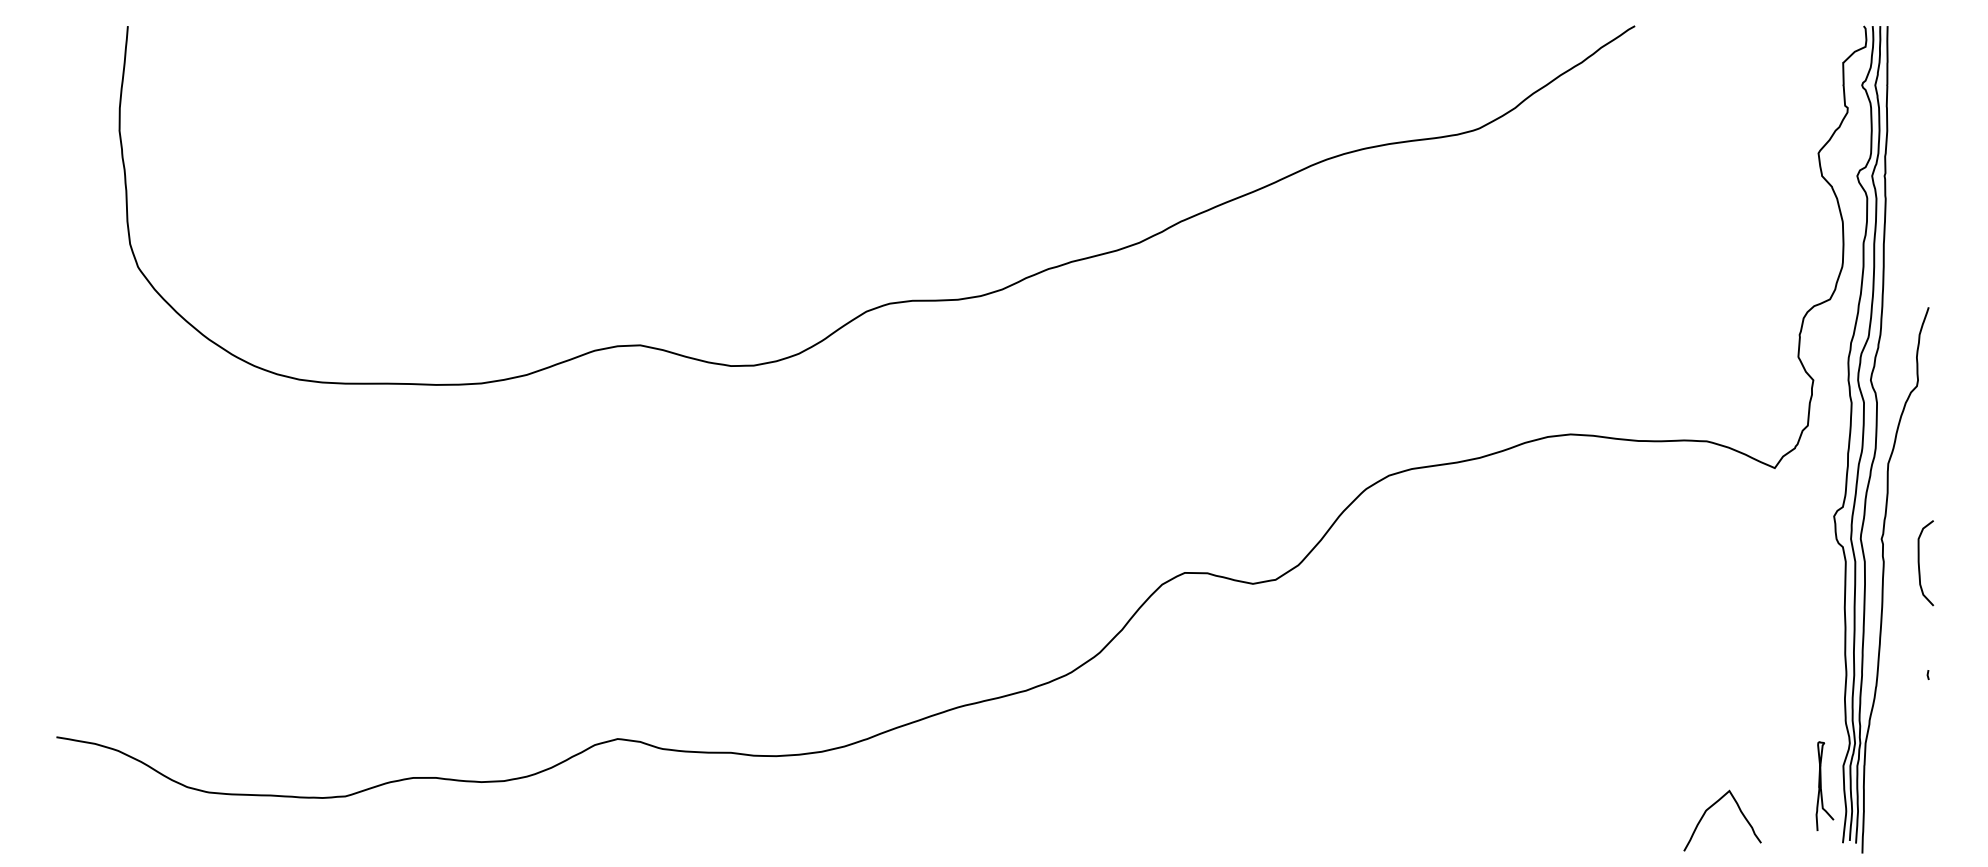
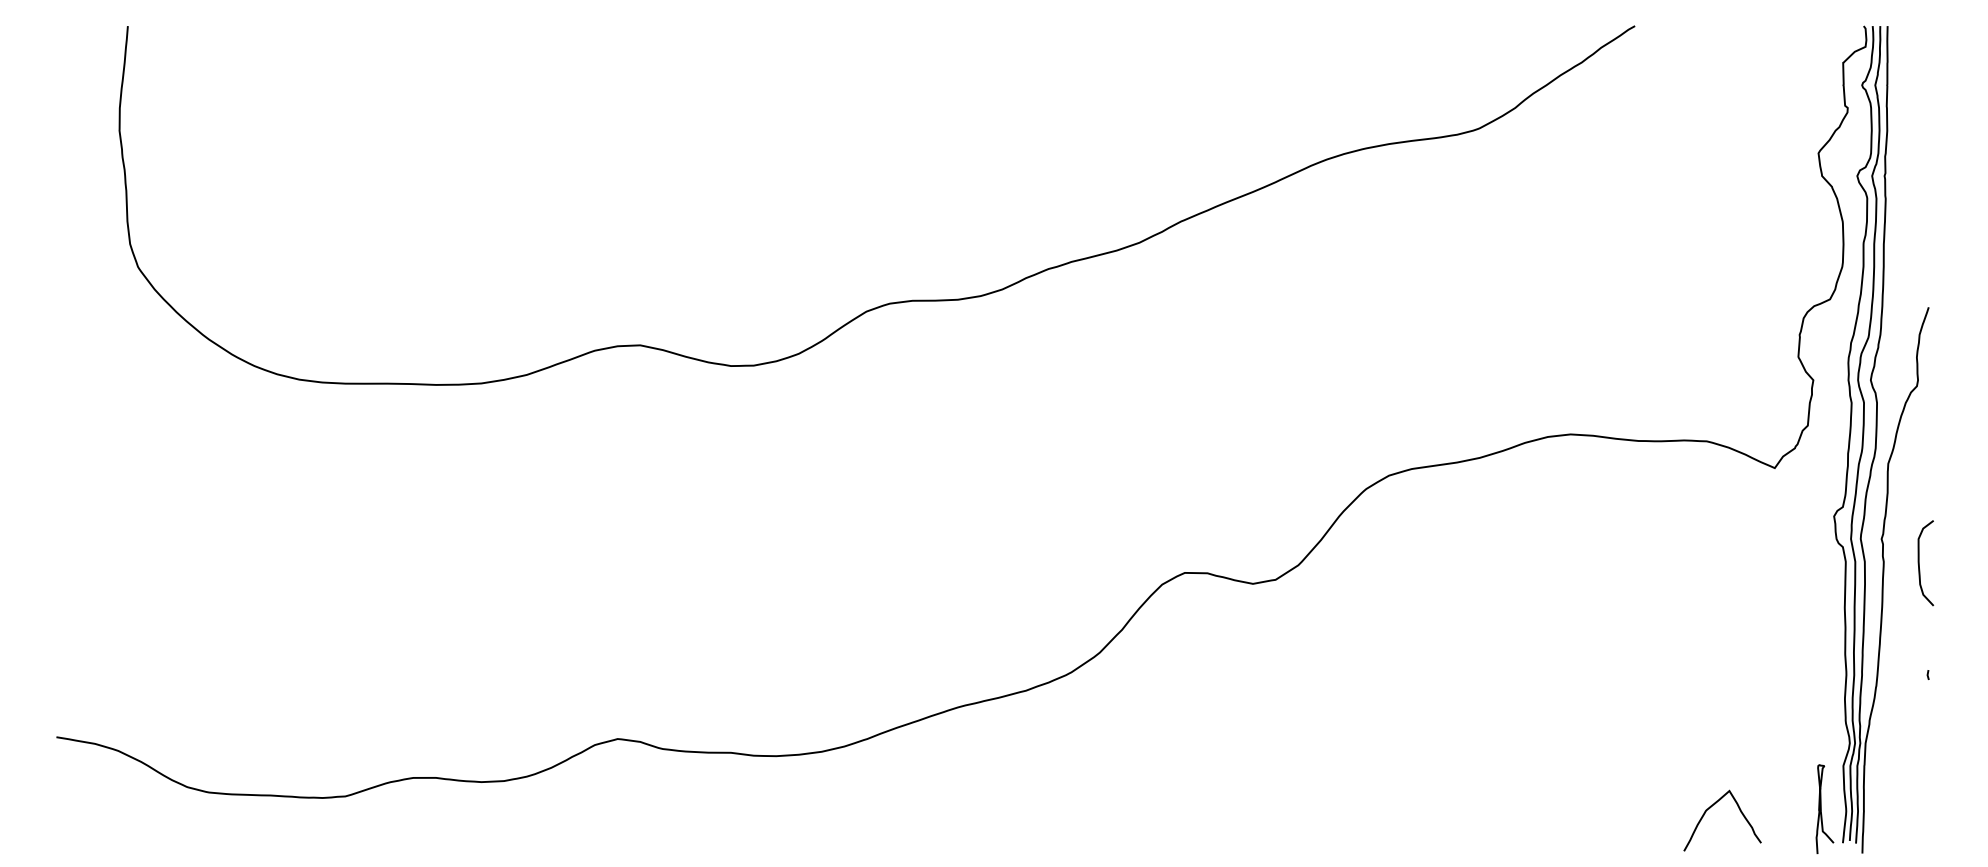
curve at (1821, 786) position: (1821, 786) -> (1821, 809)
